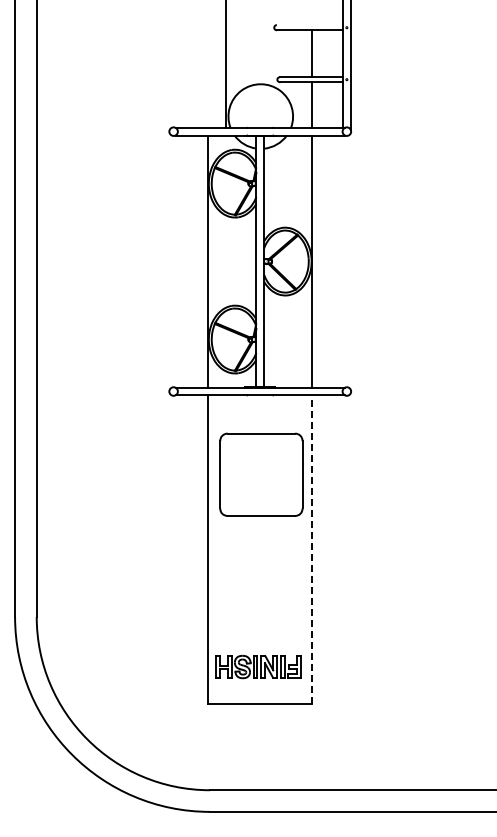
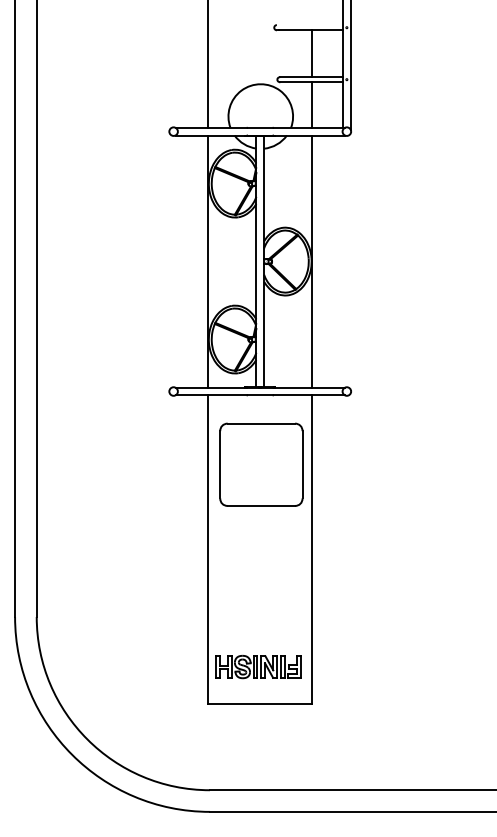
line at (226, 64) position: (226, 64) -> (208, 64)
part at (261, 474) position: (261, 474) -> (261, 464)
line at (312, 549): dashed -> solid
